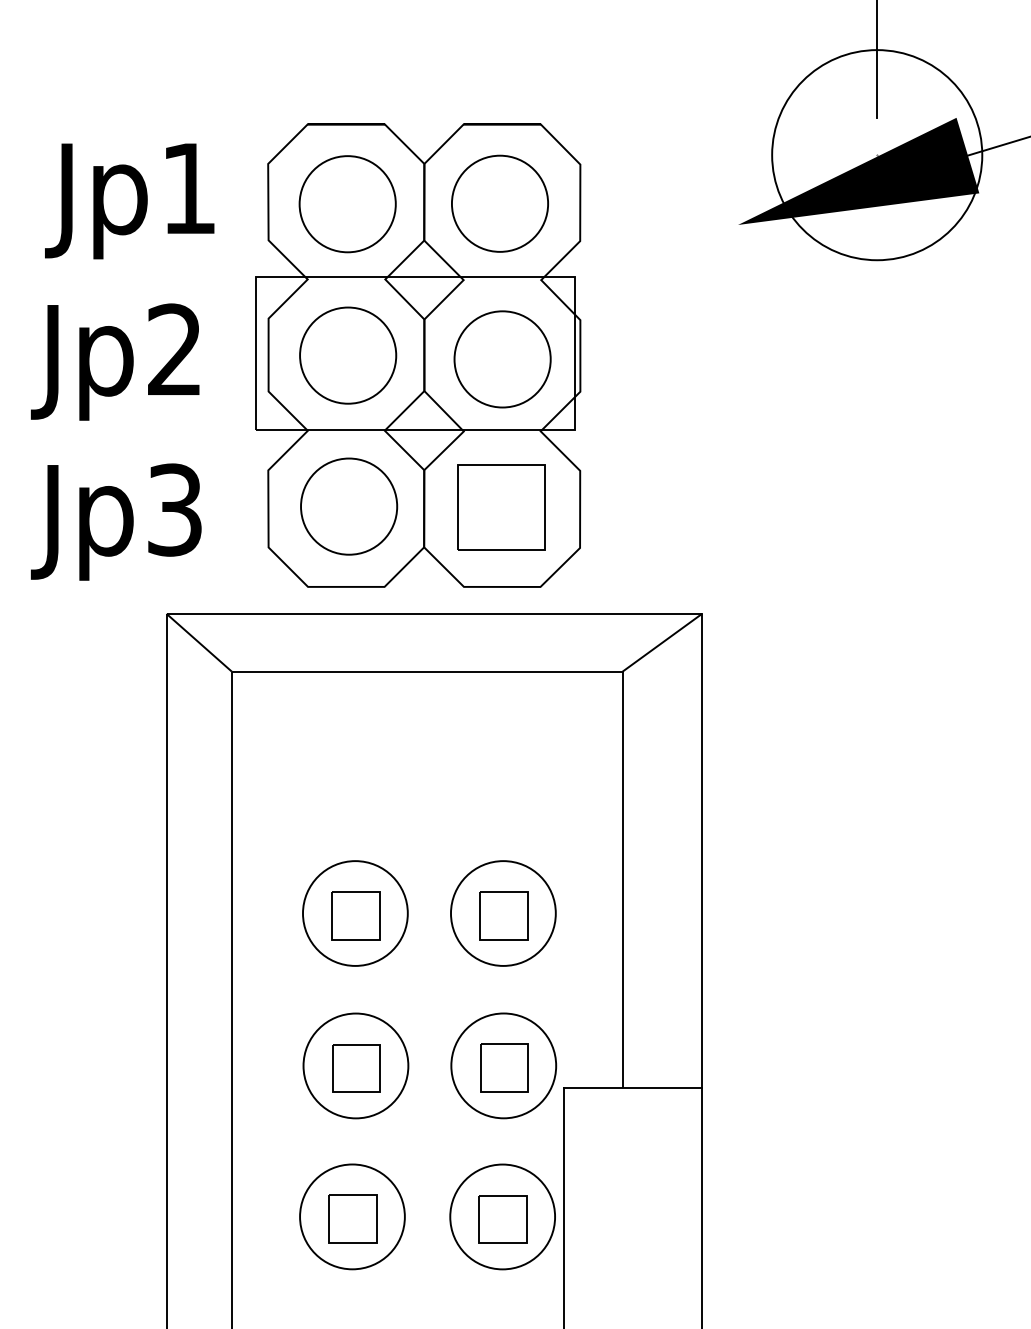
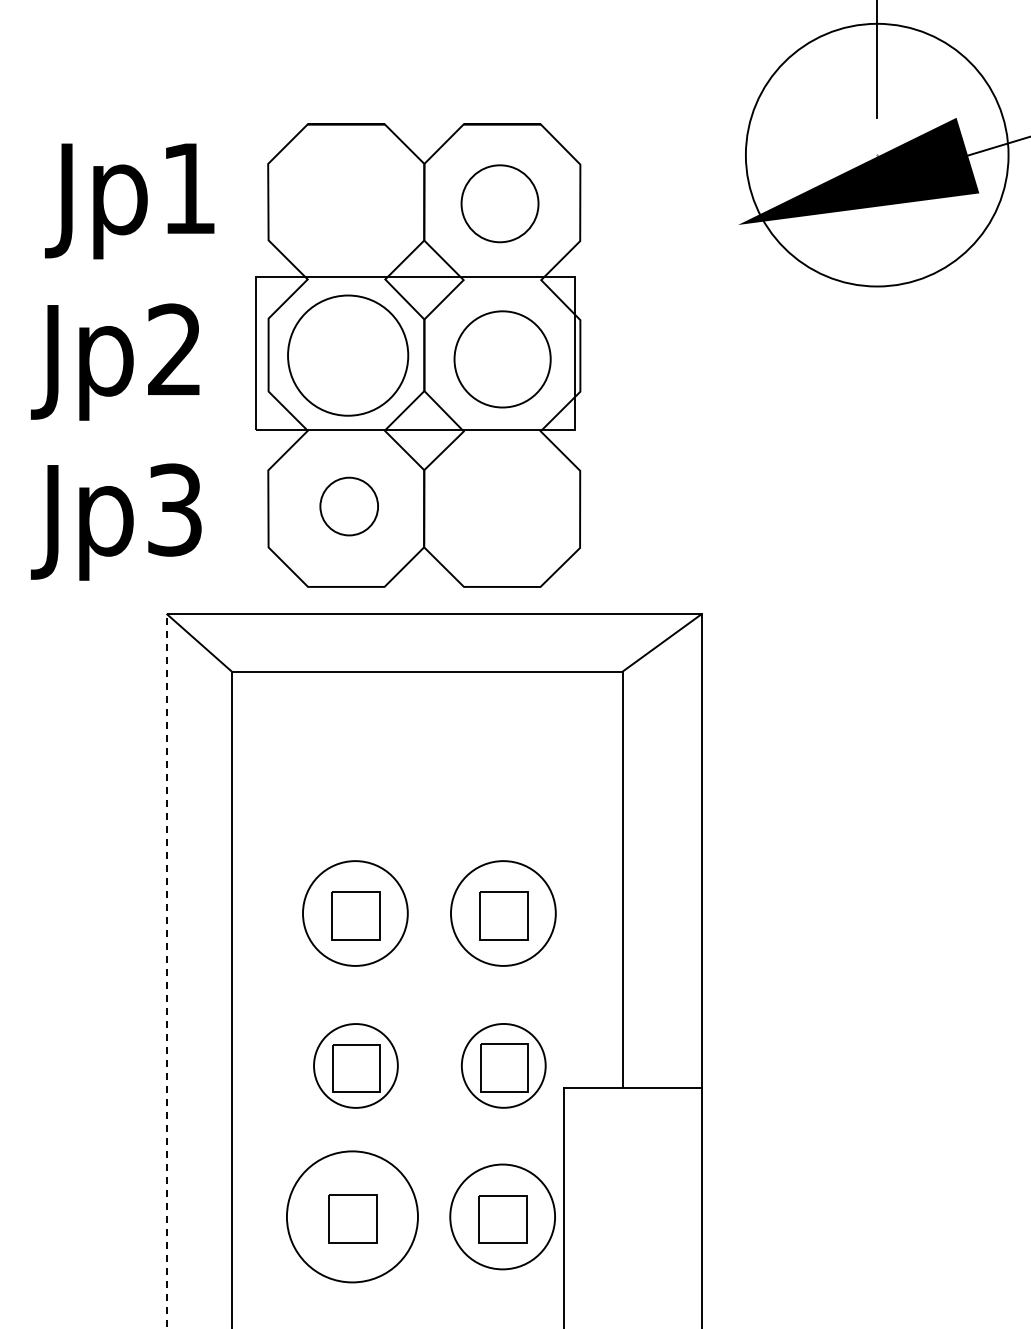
circle at (877, 155) diameter: 210 px -> 263 px
circle at (499, 203) diameter: 96 px -> 77 px
circle at (347, 204): present -> none
circle at (348, 355) diameter: 96 px -> 120 px
circle at (349, 506) size: 99x99 px -> 60x61 px
part at (501, 507): present -> none
line at (166, 970): solid -> dashed
circle at (355, 1065) diameter: 105 px -> 84 px
circle at (503, 1065) diameter: 105 px -> 84 px
circle at (352, 1216) diameter: 105 px -> 131 px
